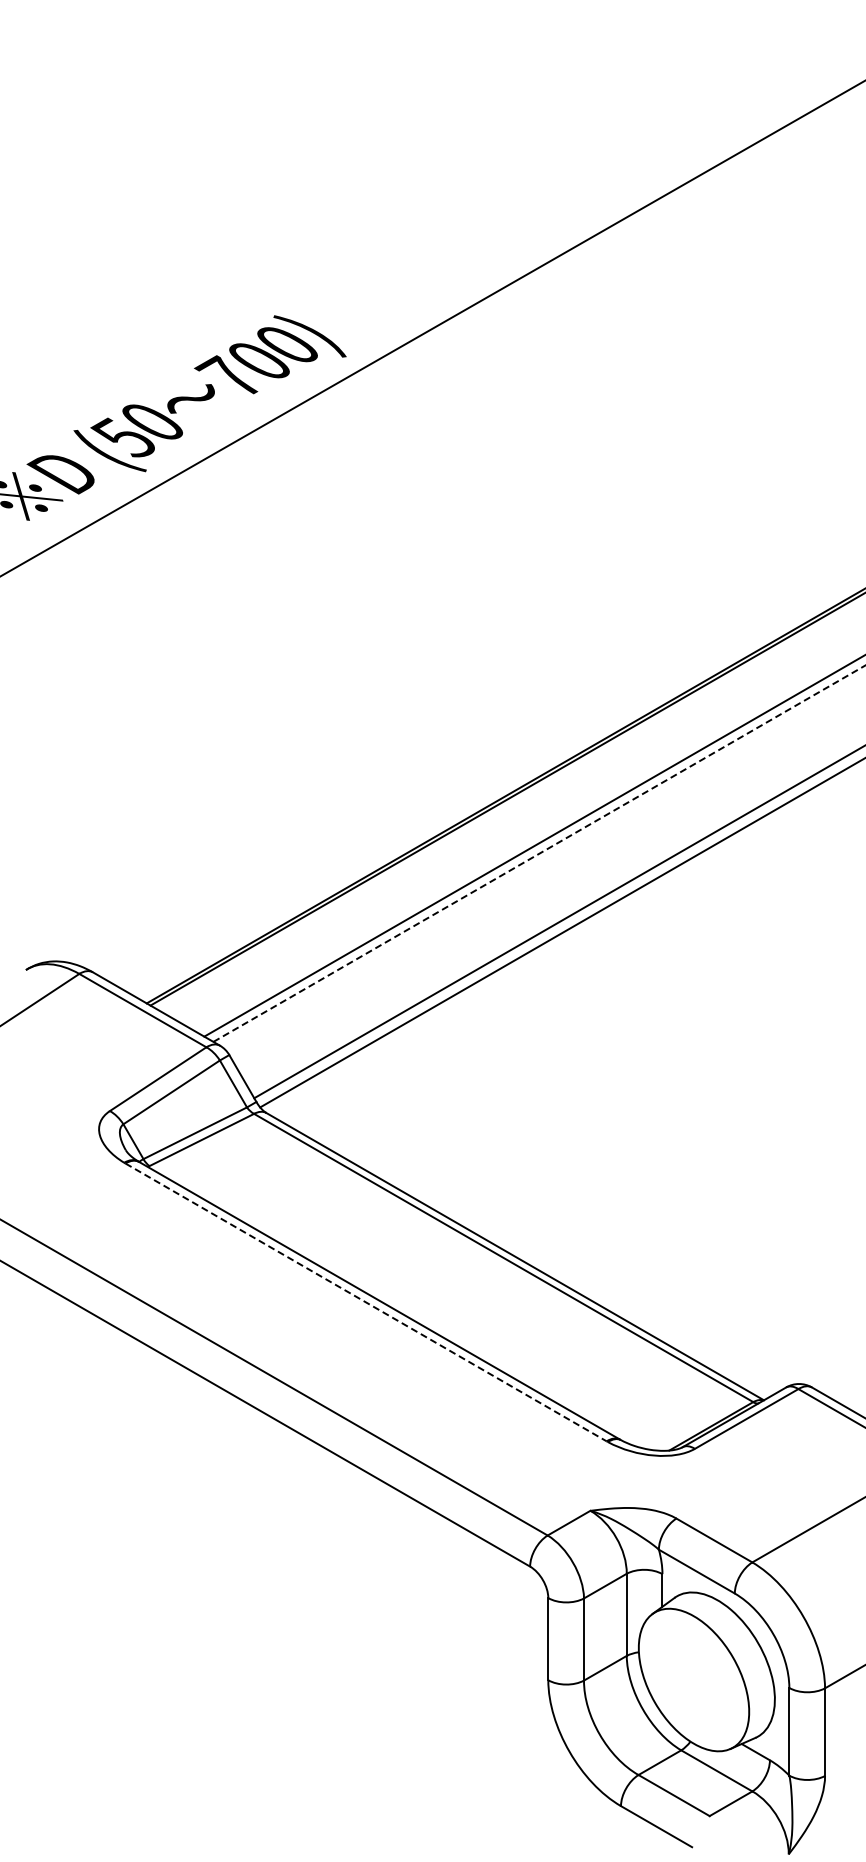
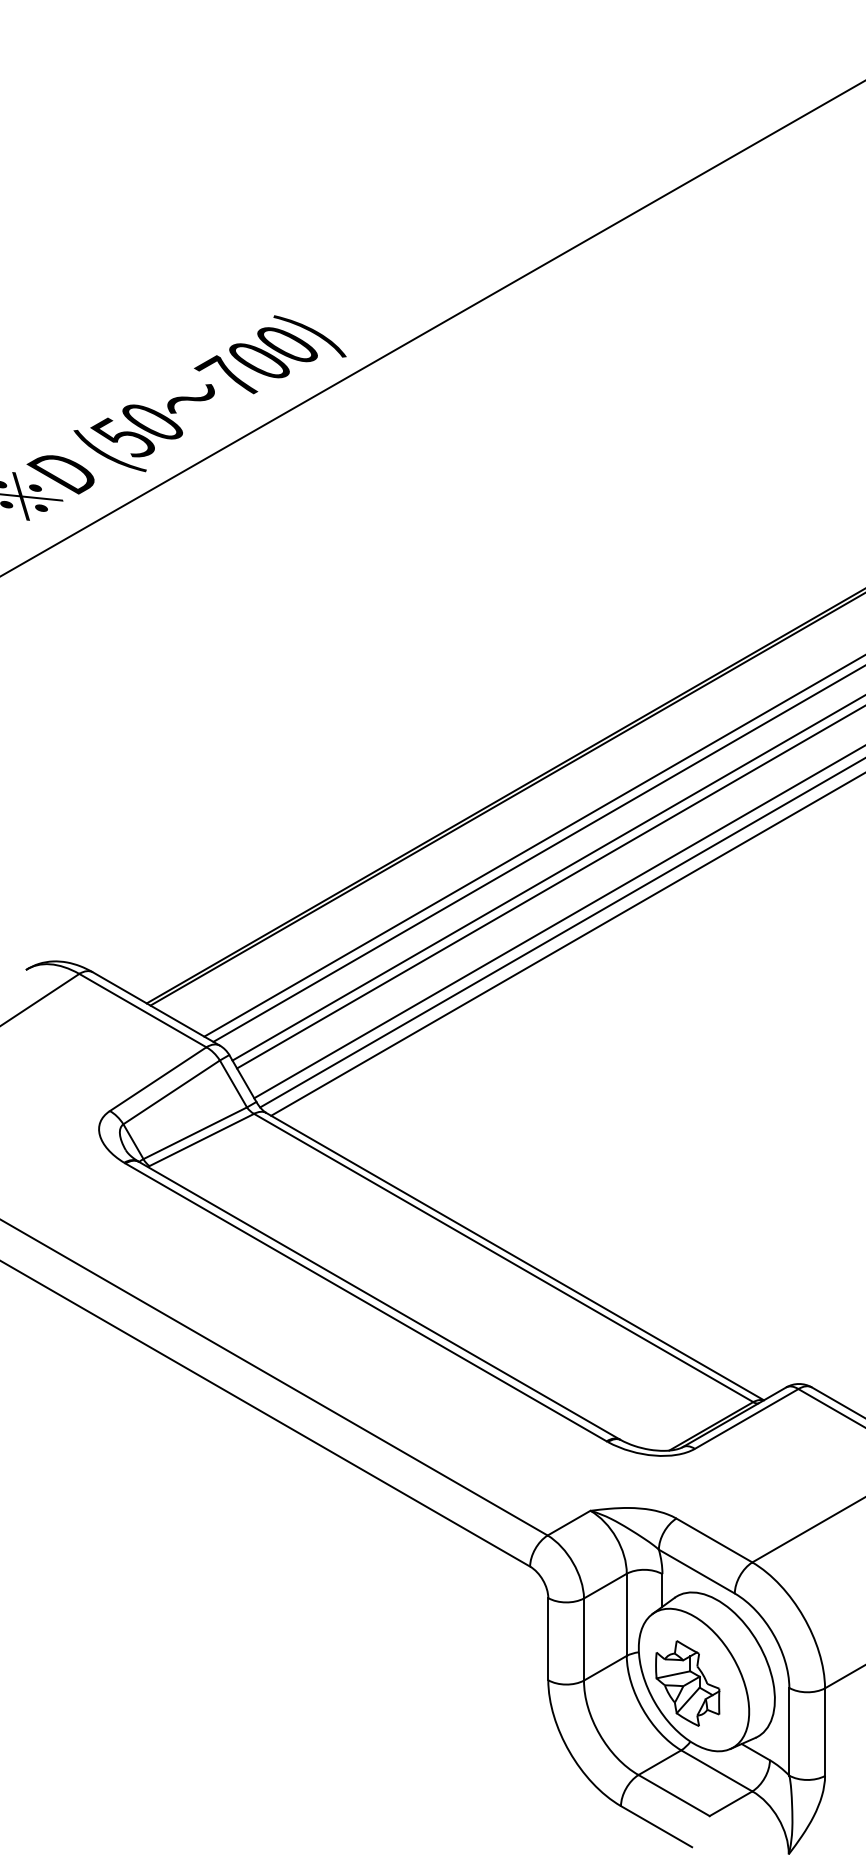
line at (539, 853): dashed -> solid
line at (547, 878): none -> present
line at (549, 887): none -> present
line at (566, 944): none -> present
line at (366, 1302): dashed -> solid
part at (687, 1683): none -> present
